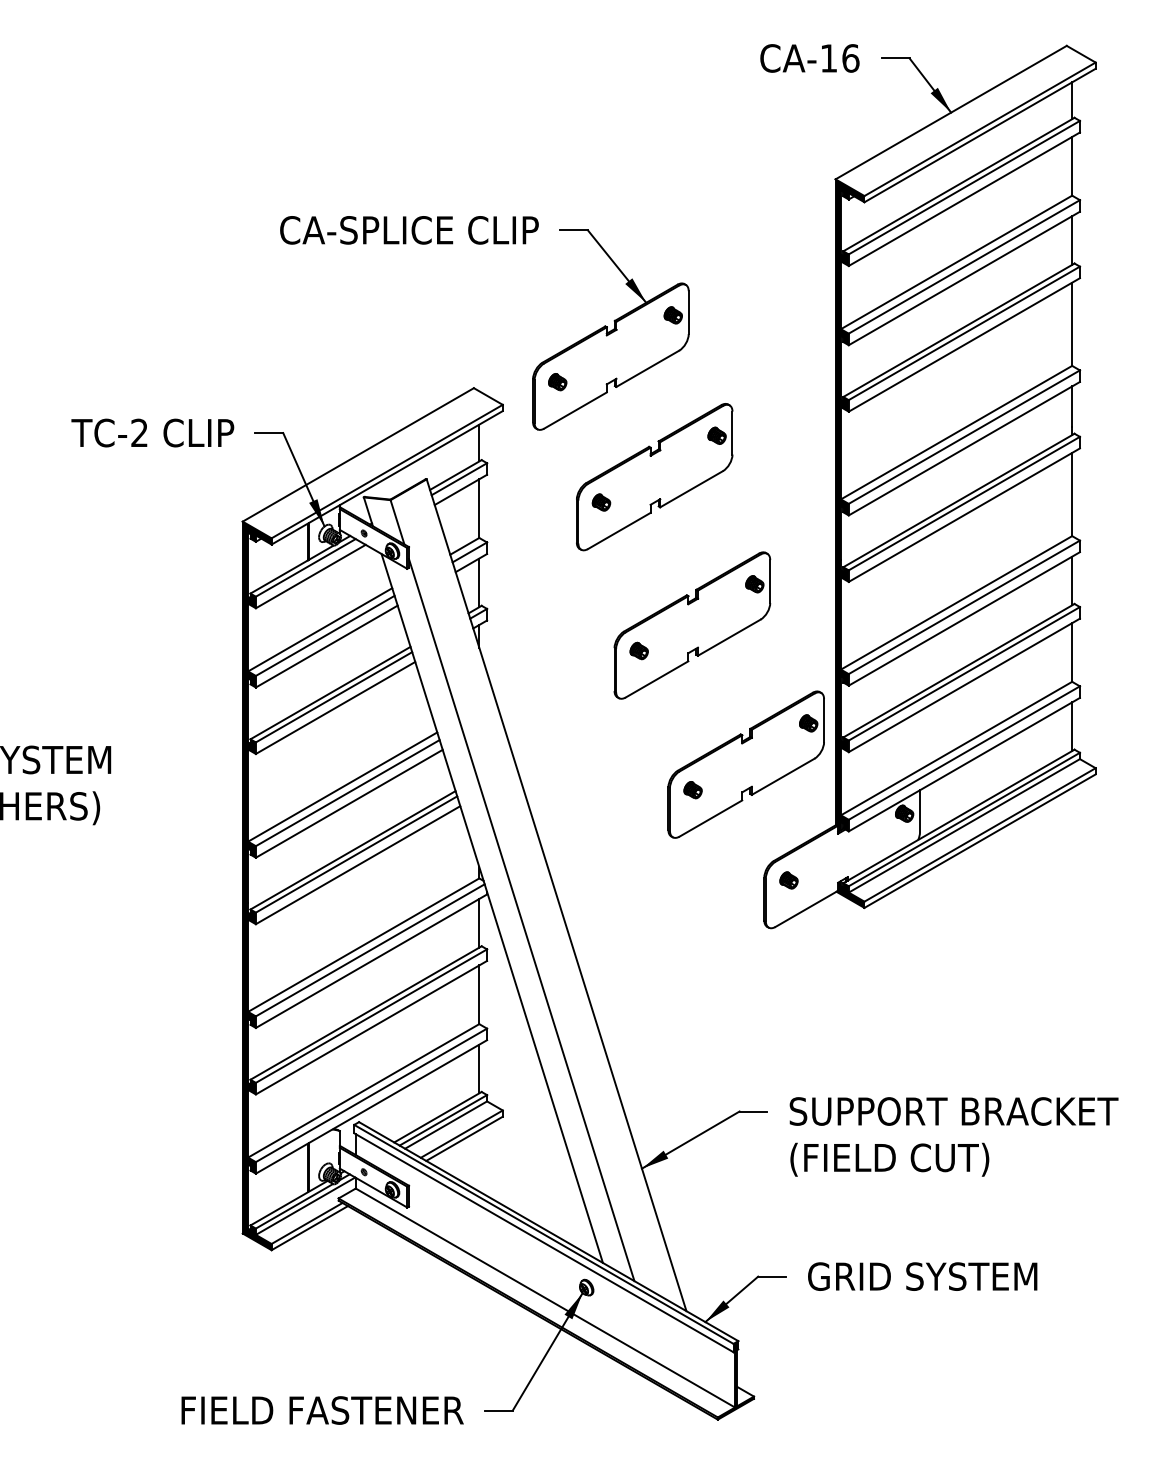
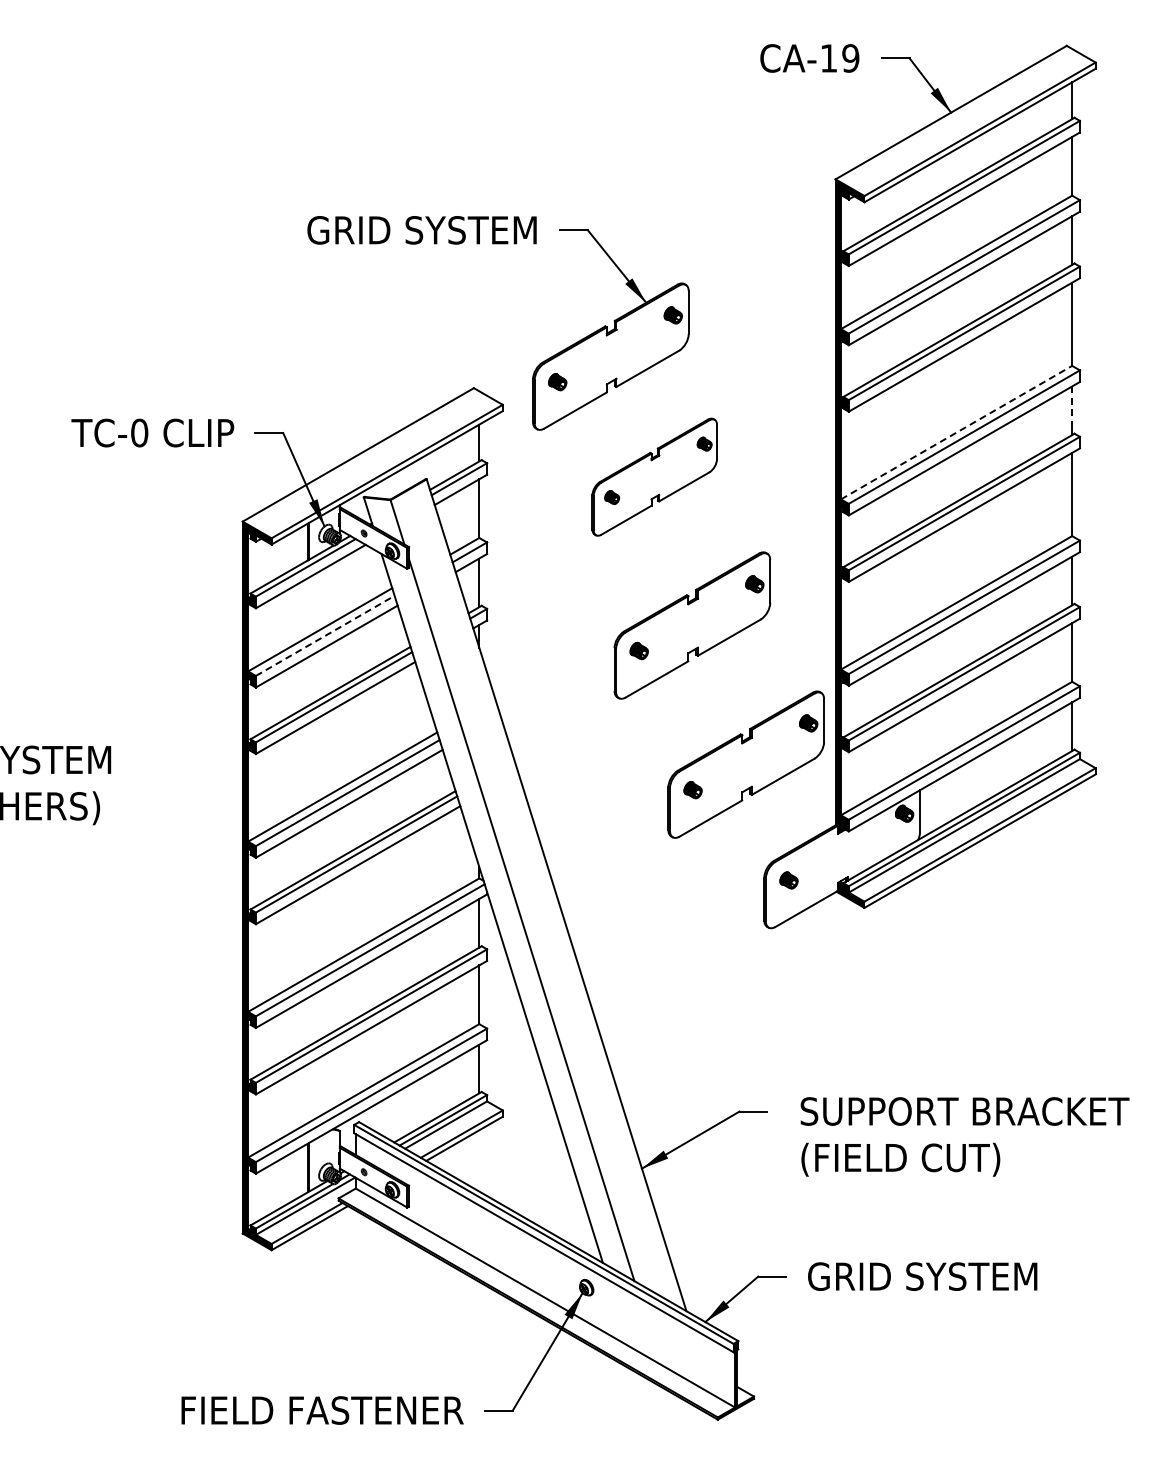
text at (850, 58): CA-16 -> CA-19
text at (409, 230): CA-SPLICE CLIP -> GRID SYSTEM
line at (1072, 407): solid -> dashed
text at (139, 432): TC-2 -> TC-0
line at (957, 432): solid -> dashed
part at (654, 477) size: 158x149 px -> 127x120 px
line at (325, 635): solid -> dashed
text at (953, 1136) position: (953, 1136) -> (964, 1136)
